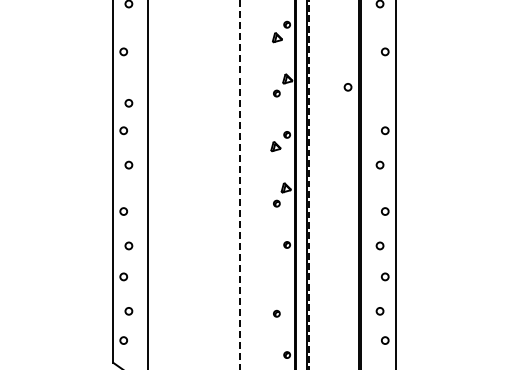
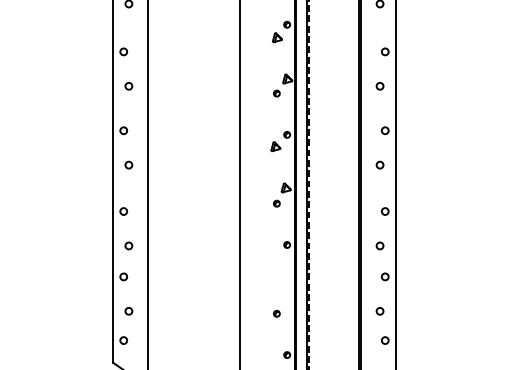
circle at (347, 87) position: (347, 87) -> (379, 86)
circle at (128, 103) position: (128, 103) -> (128, 86)
line at (240, 185): dashed -> solid
